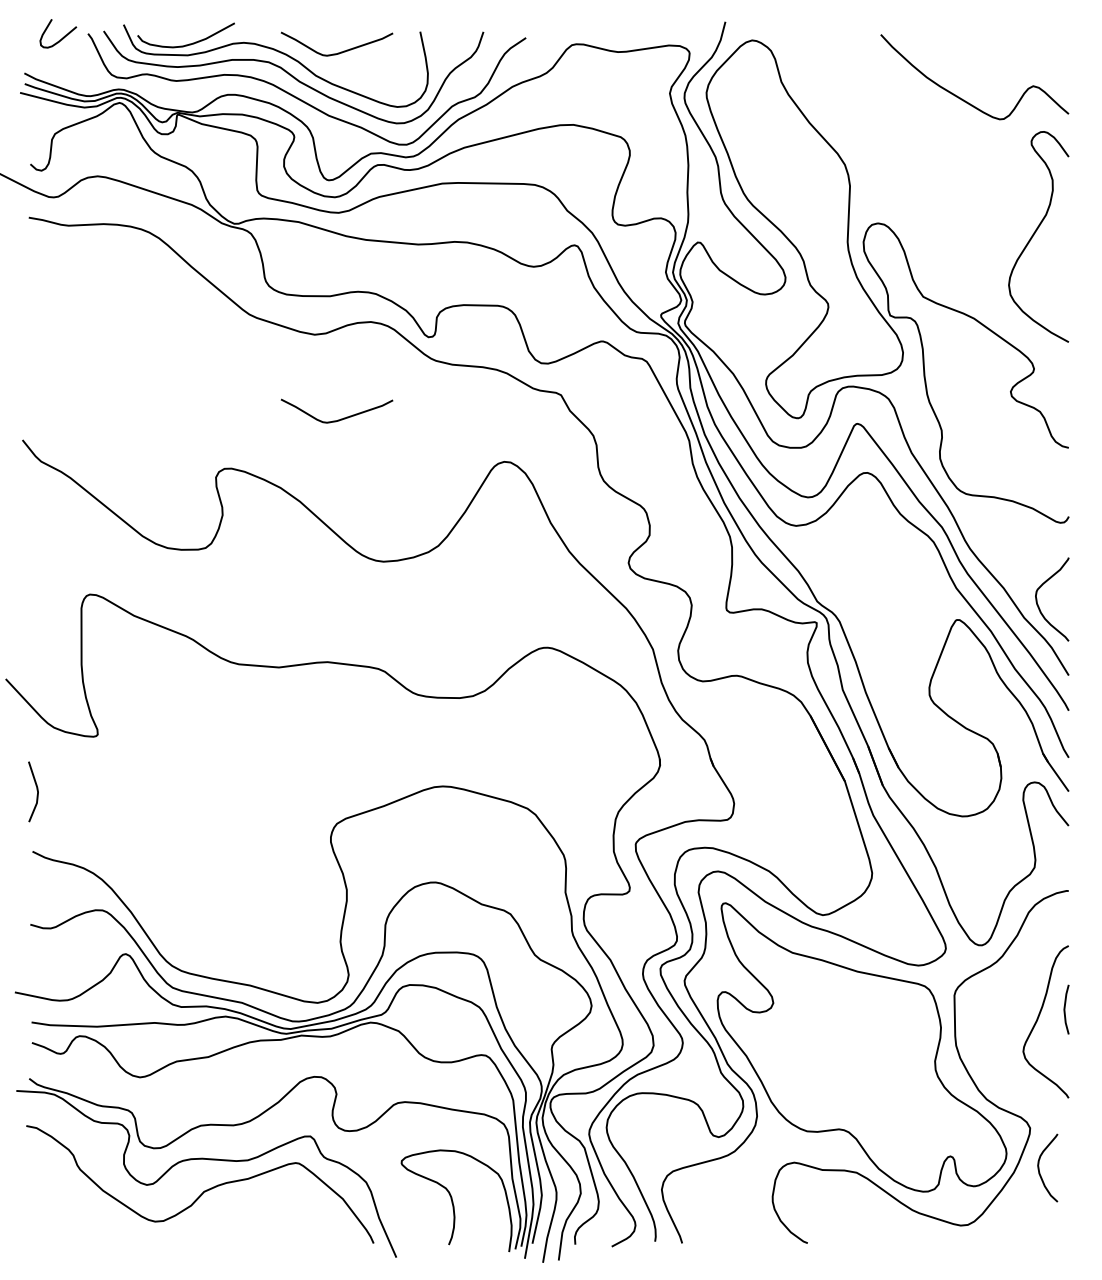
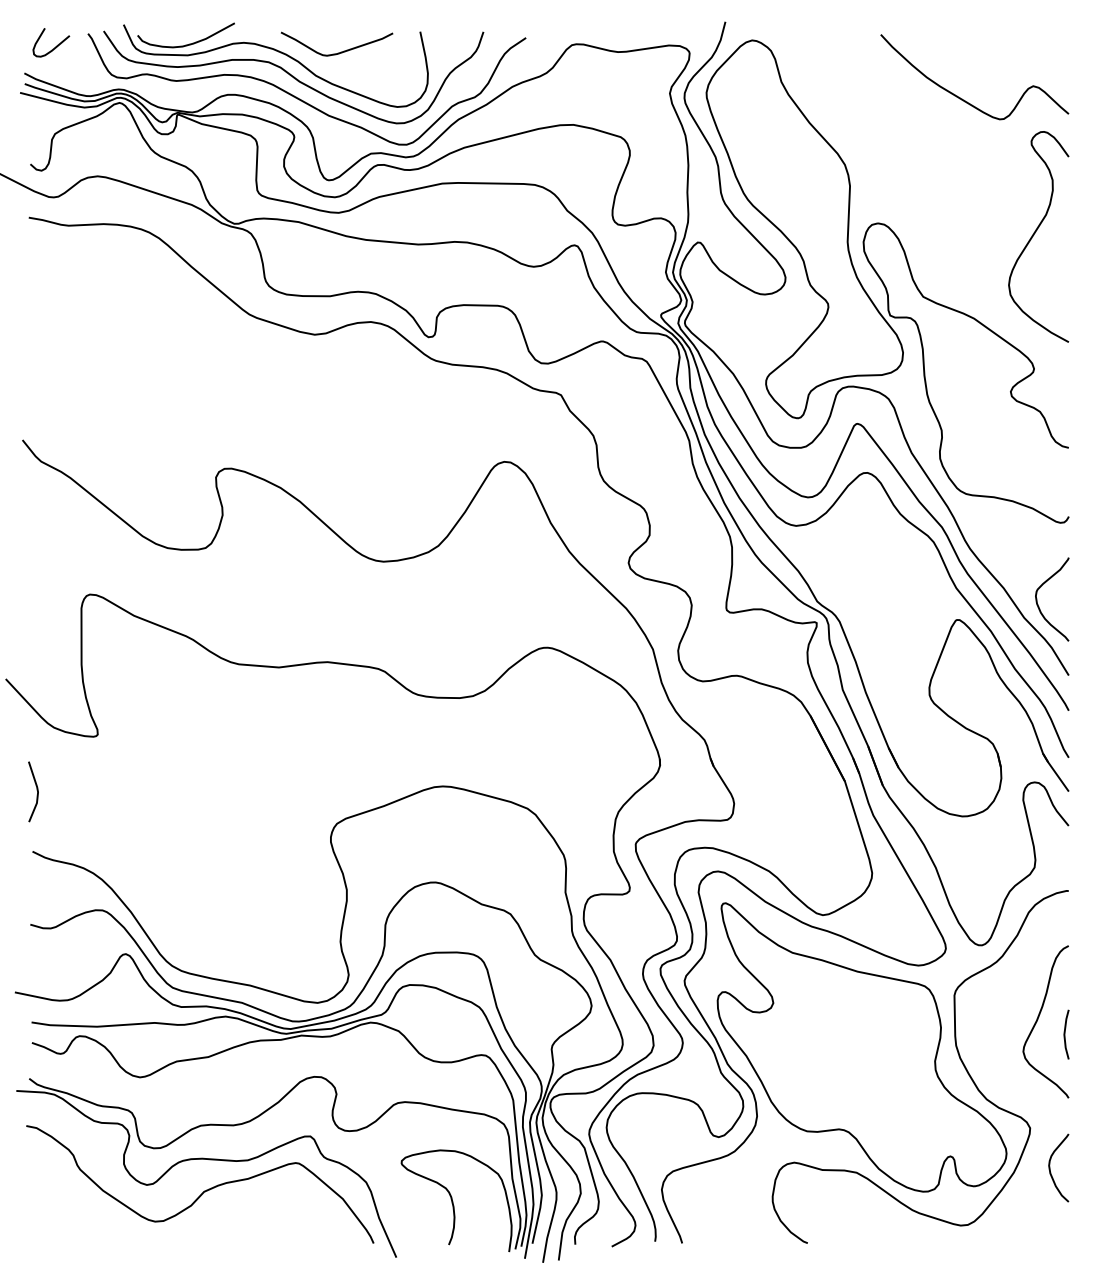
curve at (62, 37) position: (62, 37) -> (55, 46)
curve at (338, 419): present -> none
line at (1065, 1009) position: (1065, 1009) -> (1065, 1034)
curve at (1039, 1167) position: (1039, 1167) -> (1050, 1167)
